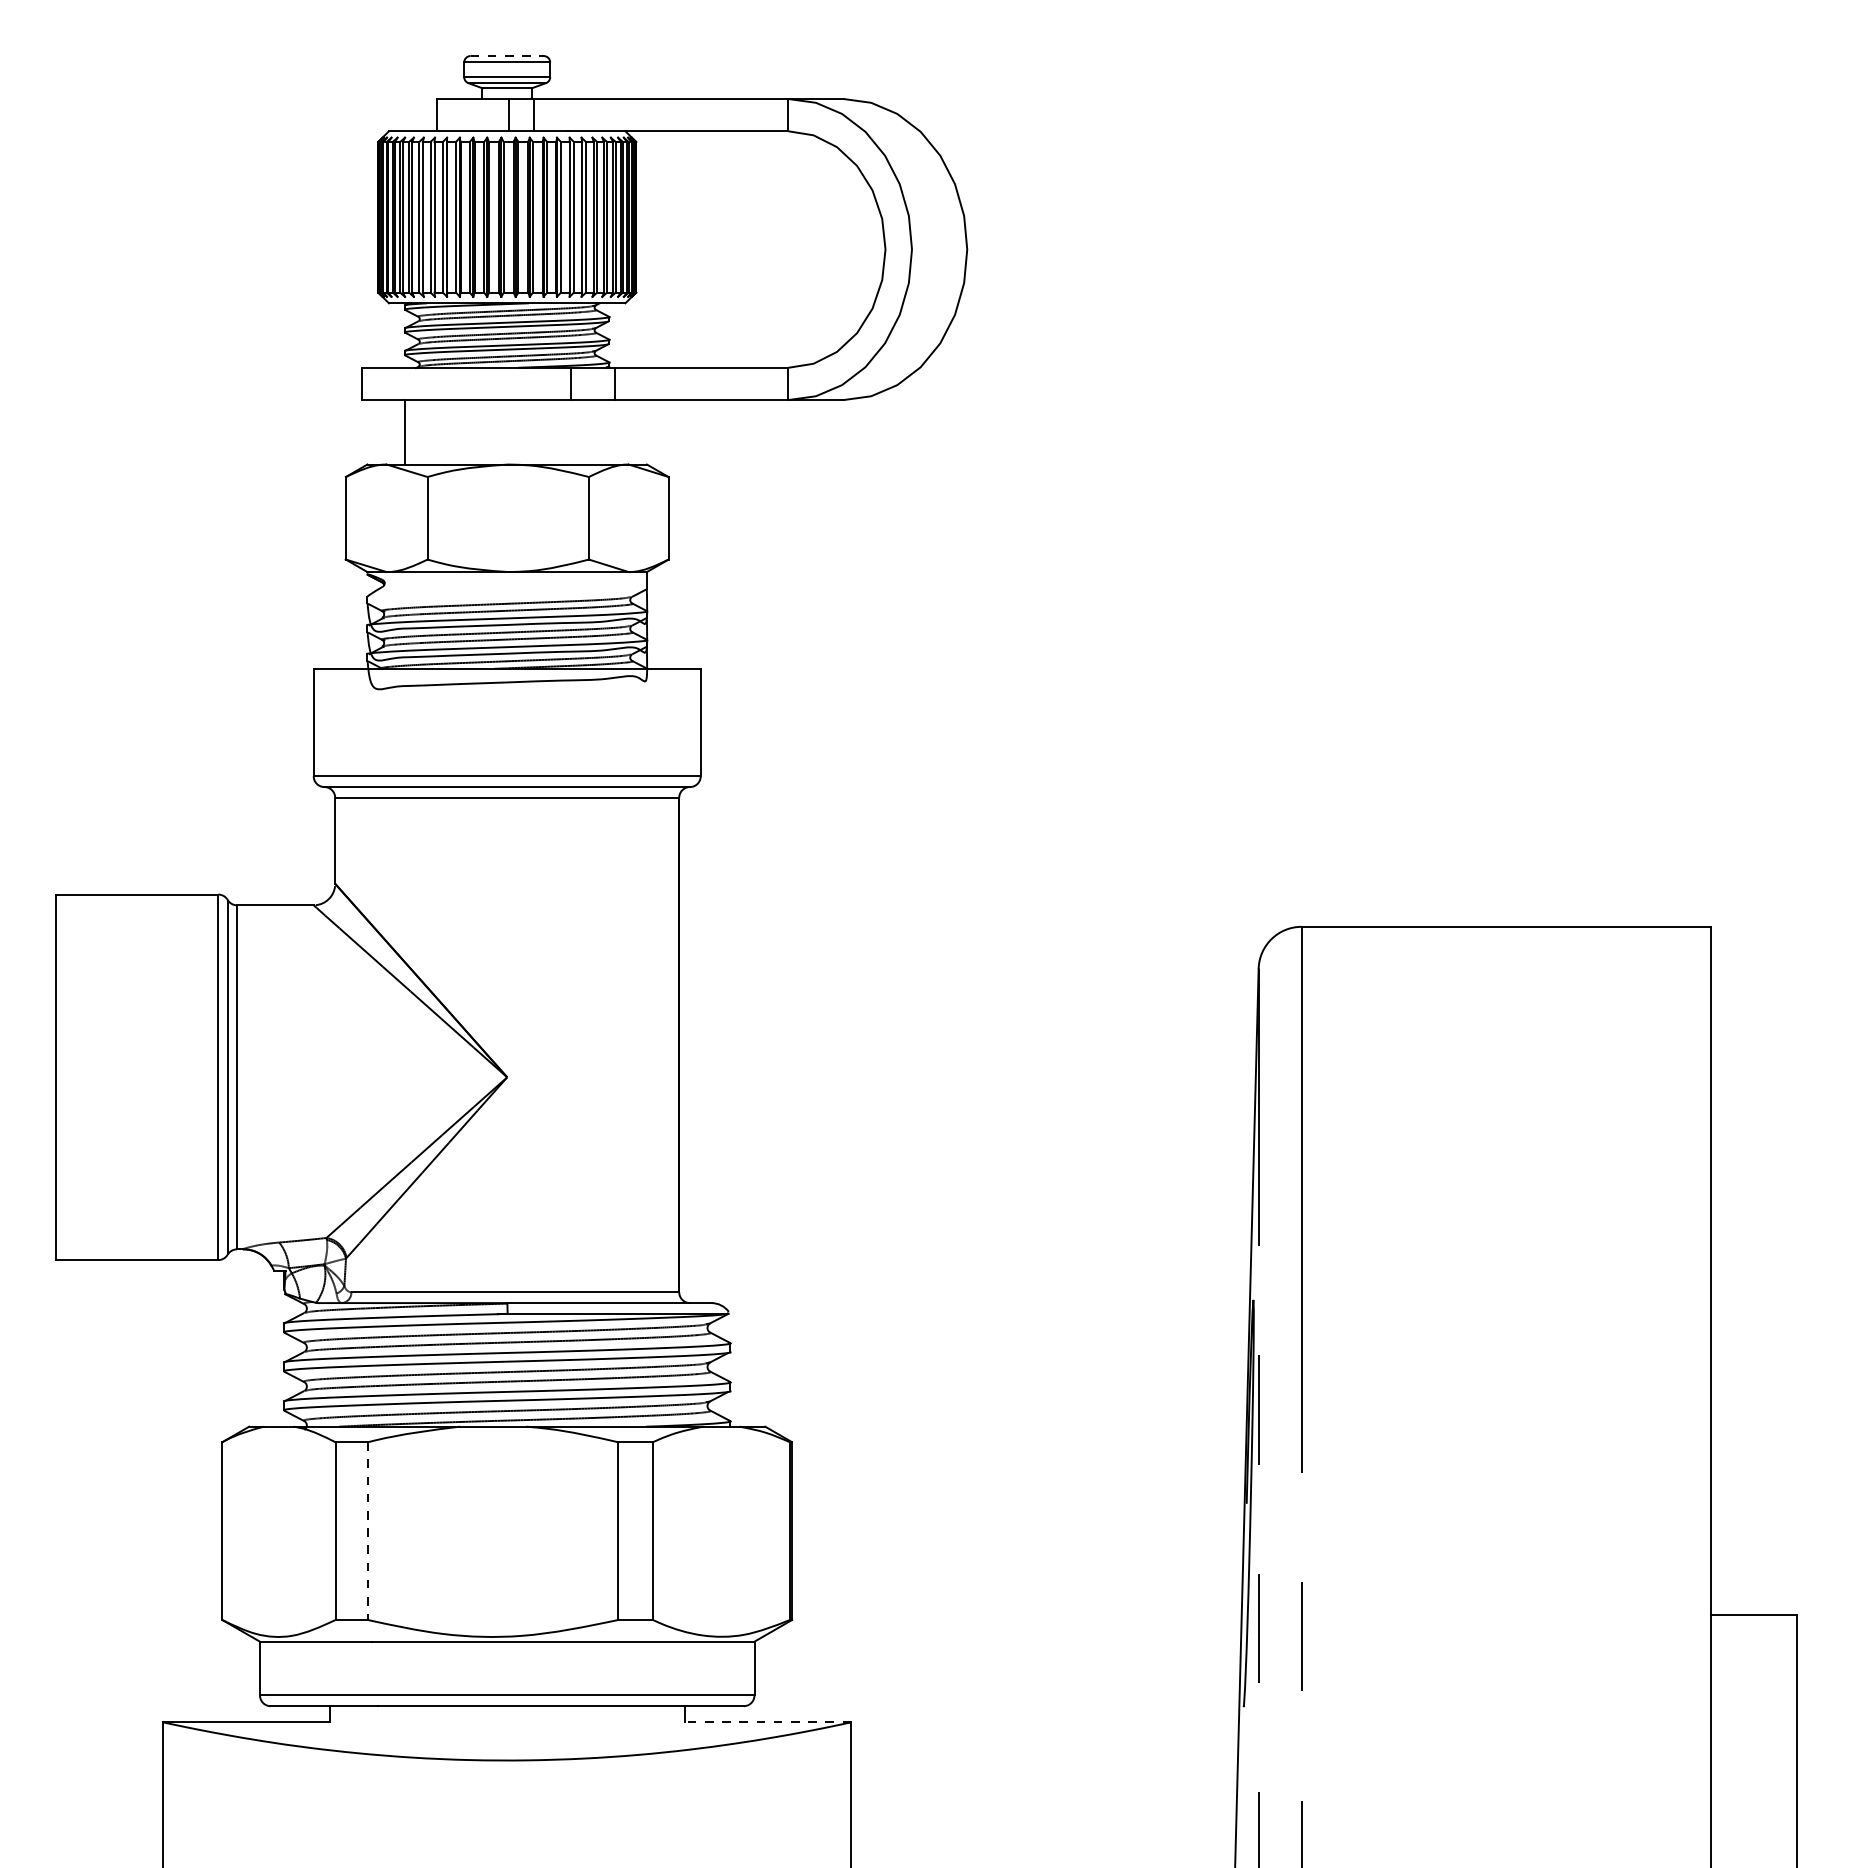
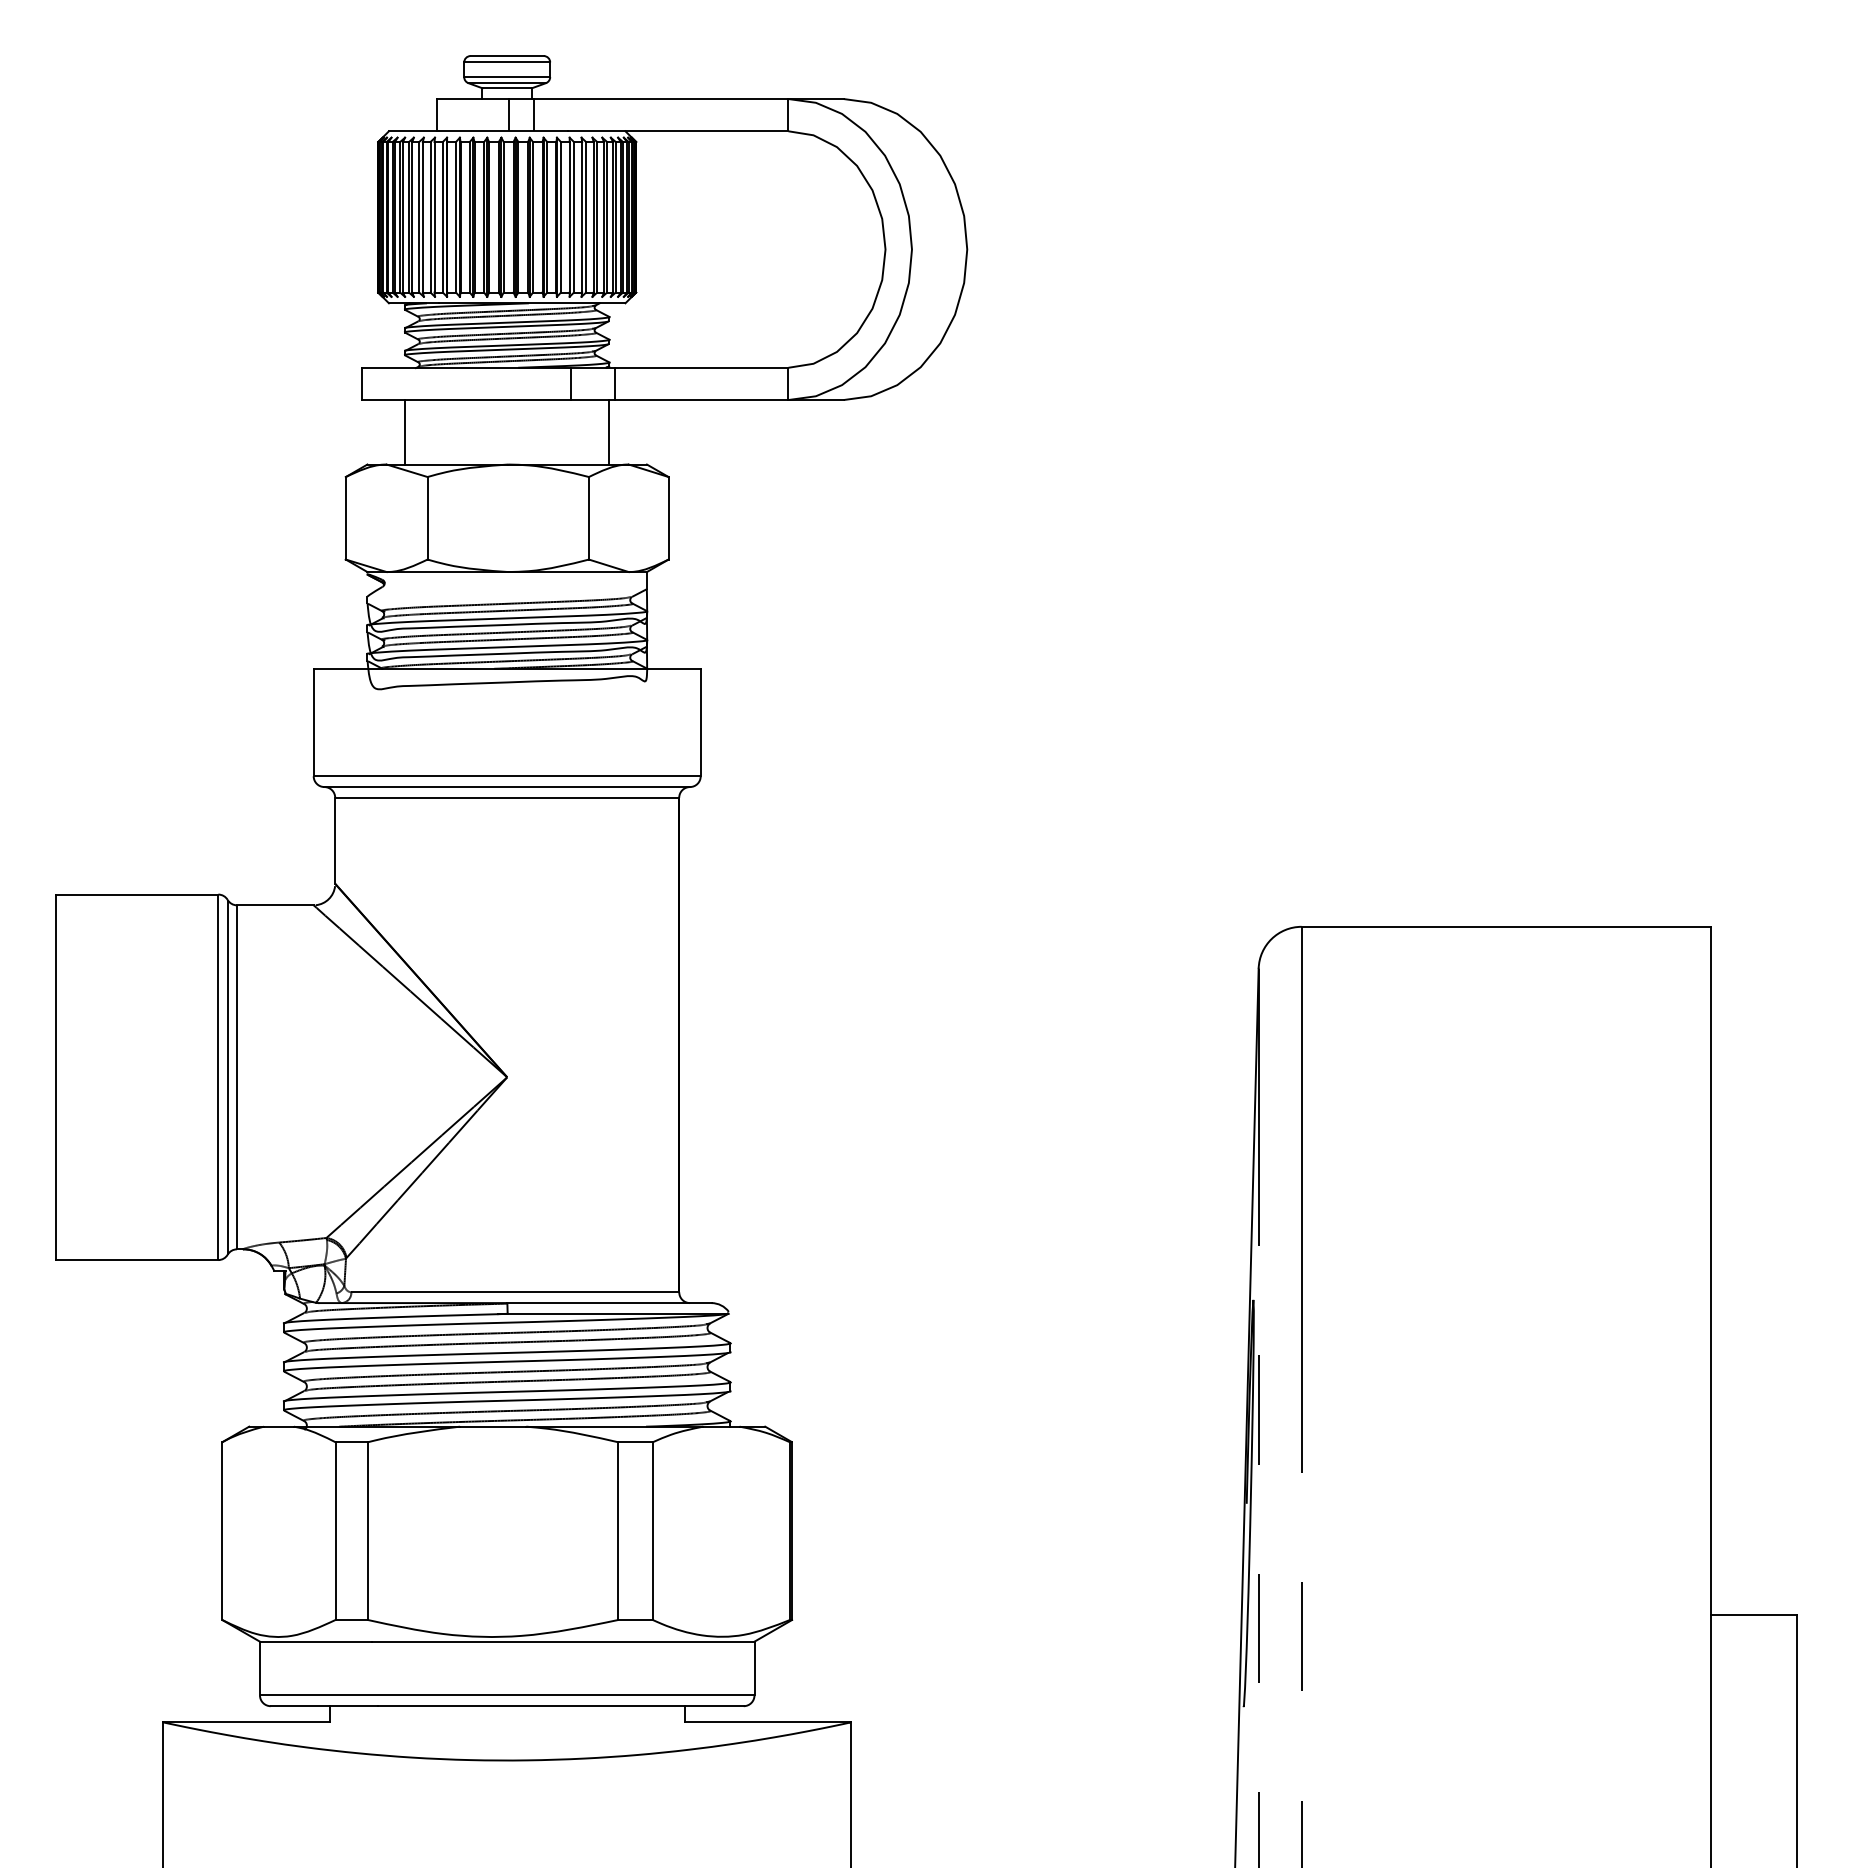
line at (507, 56): dashed -> solid
line at (609, 432): none -> present
line at (368, 1531): dashed -> solid
line at (767, 1722): dashed -> solid
